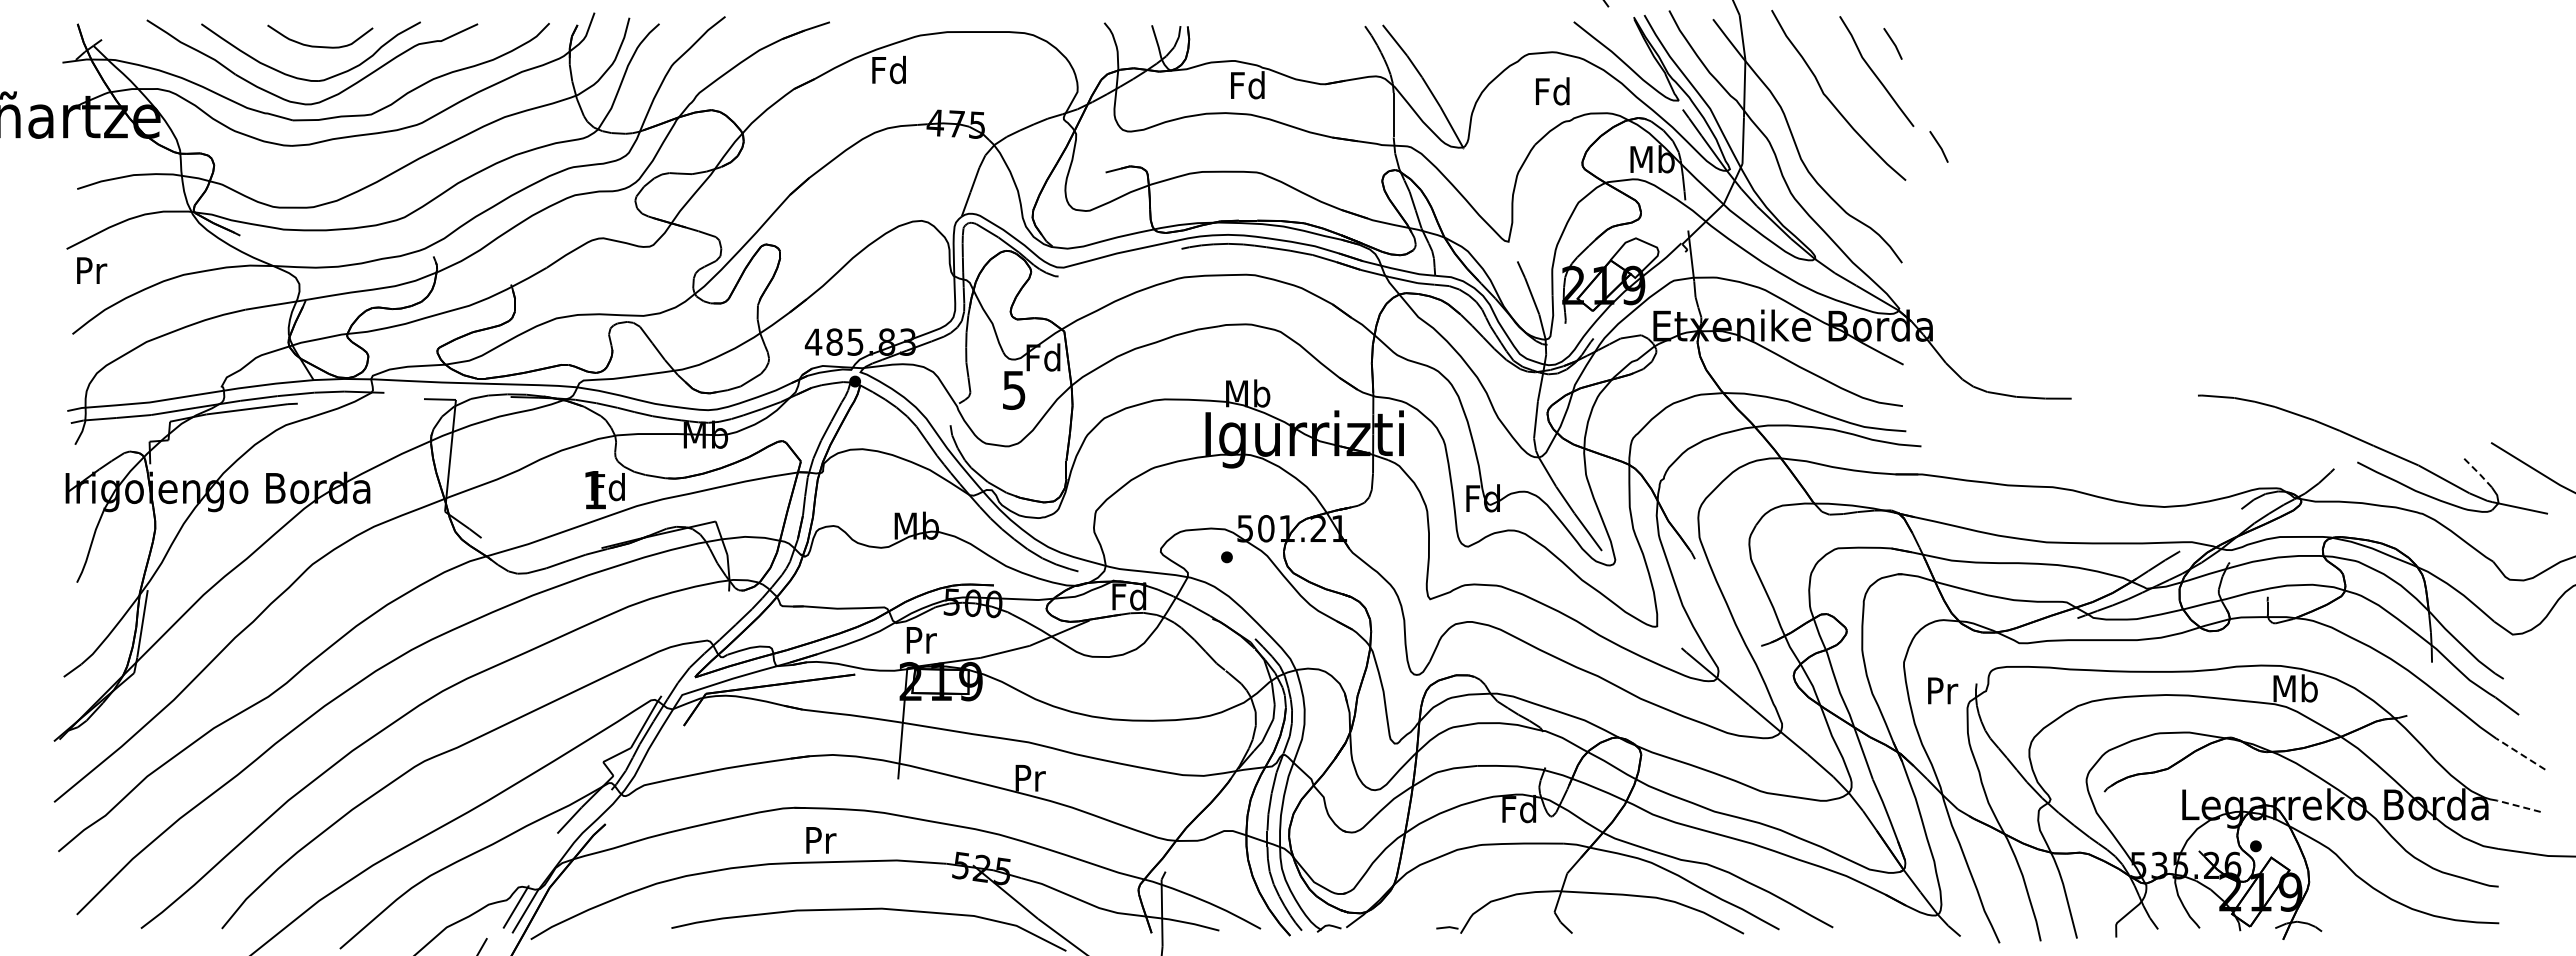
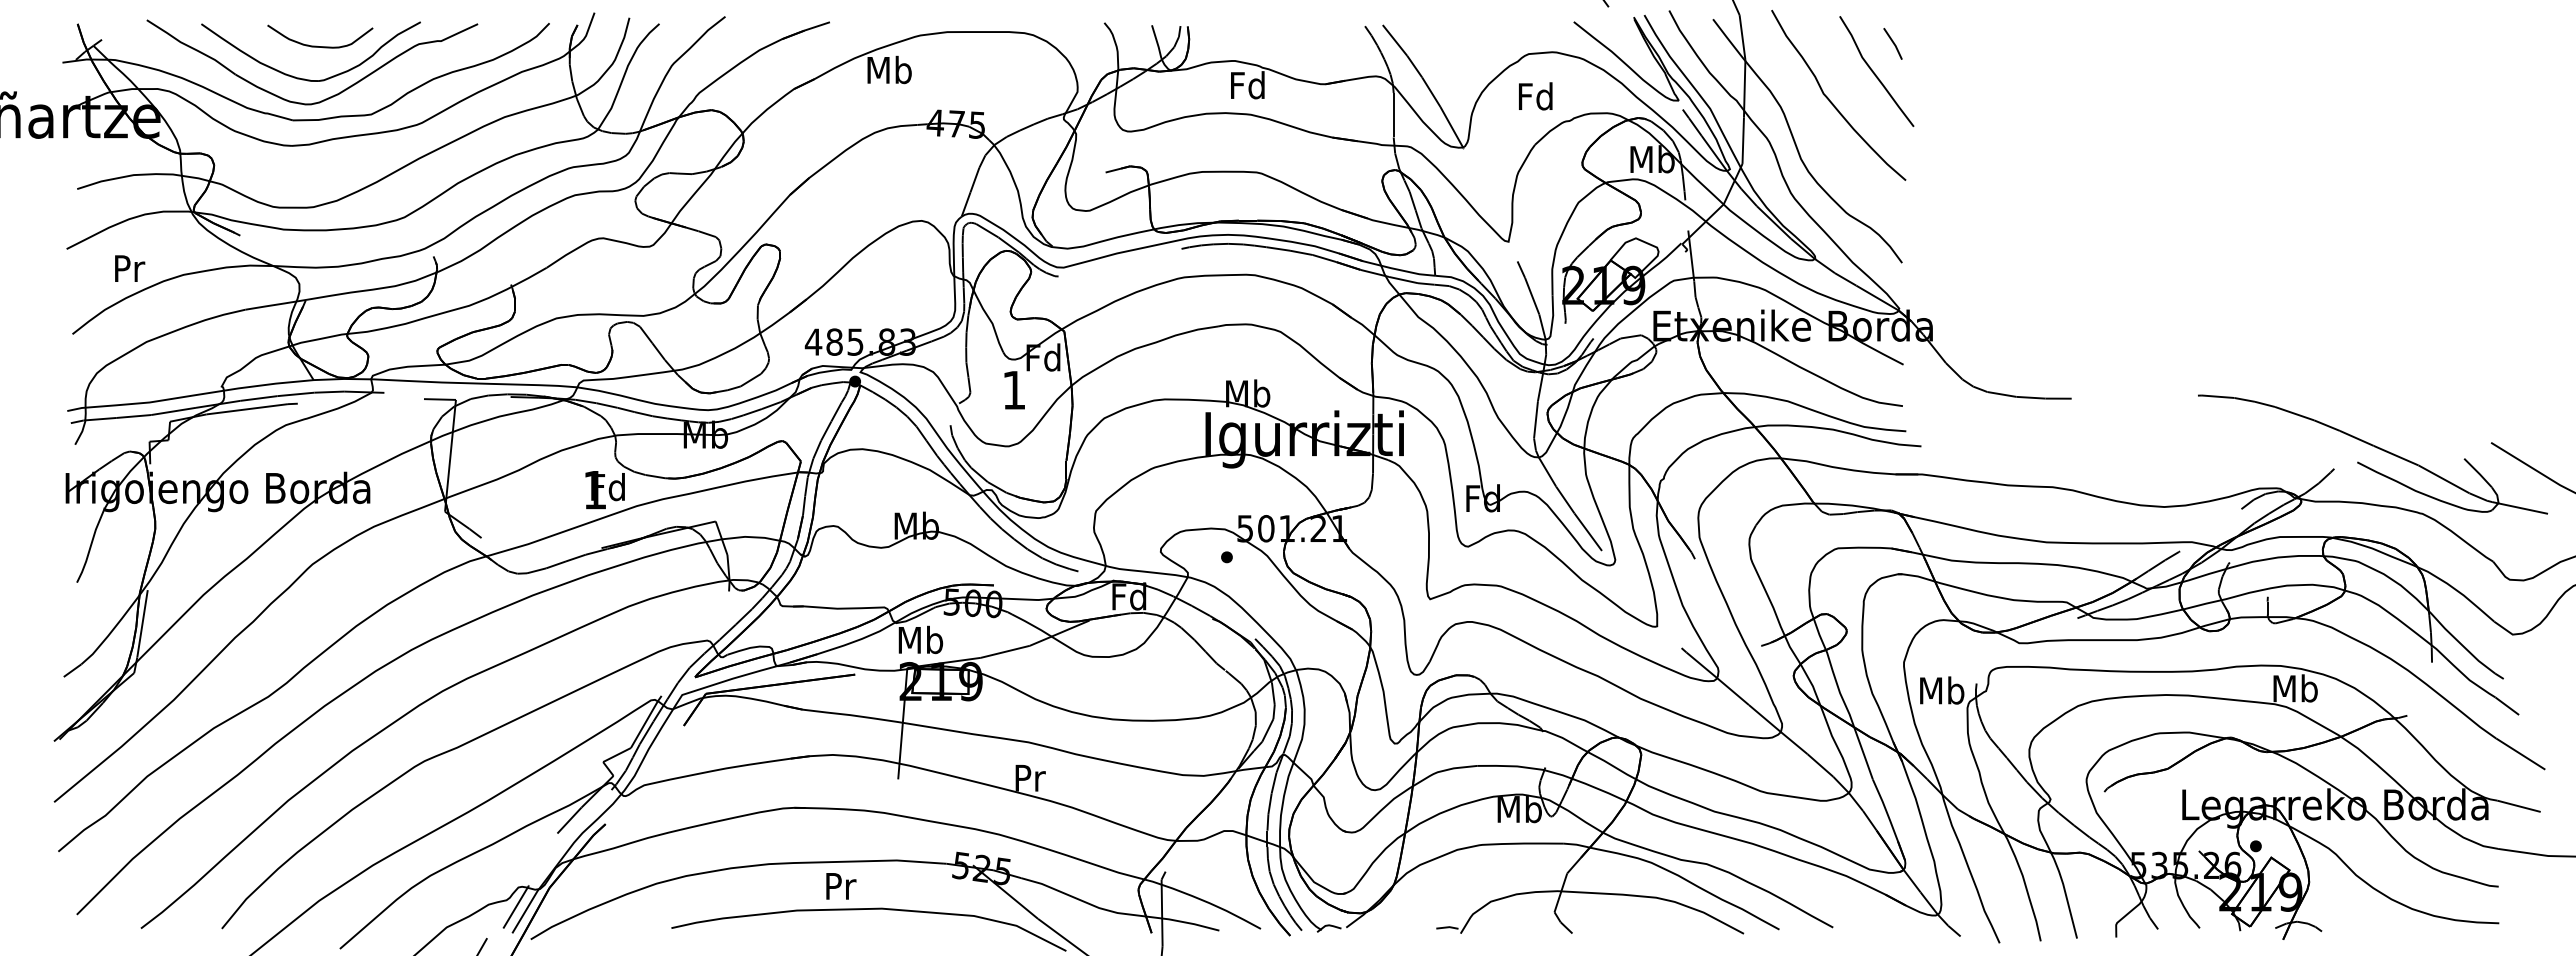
text at (889, 69): Fd -> Mb
text at (1552, 91) position: (1552, 91) -> (1535, 96)
line at (1938, 146): present -> none
text at (92, 270) position: (92, 270) -> (130, 268)
text at (1014, 390): 5 -> 1
line at (2478, 473): dashed -> solid
text at (920, 639): Pr -> Mb
text at (1942, 690): Pr -> Mb
line at (2520, 753): dashed -> solid
line at (2518, 806): dashed -> solid
text at (1519, 809): Fd -> Mb
text at (821, 840) position: (821, 840) -> (841, 886)
